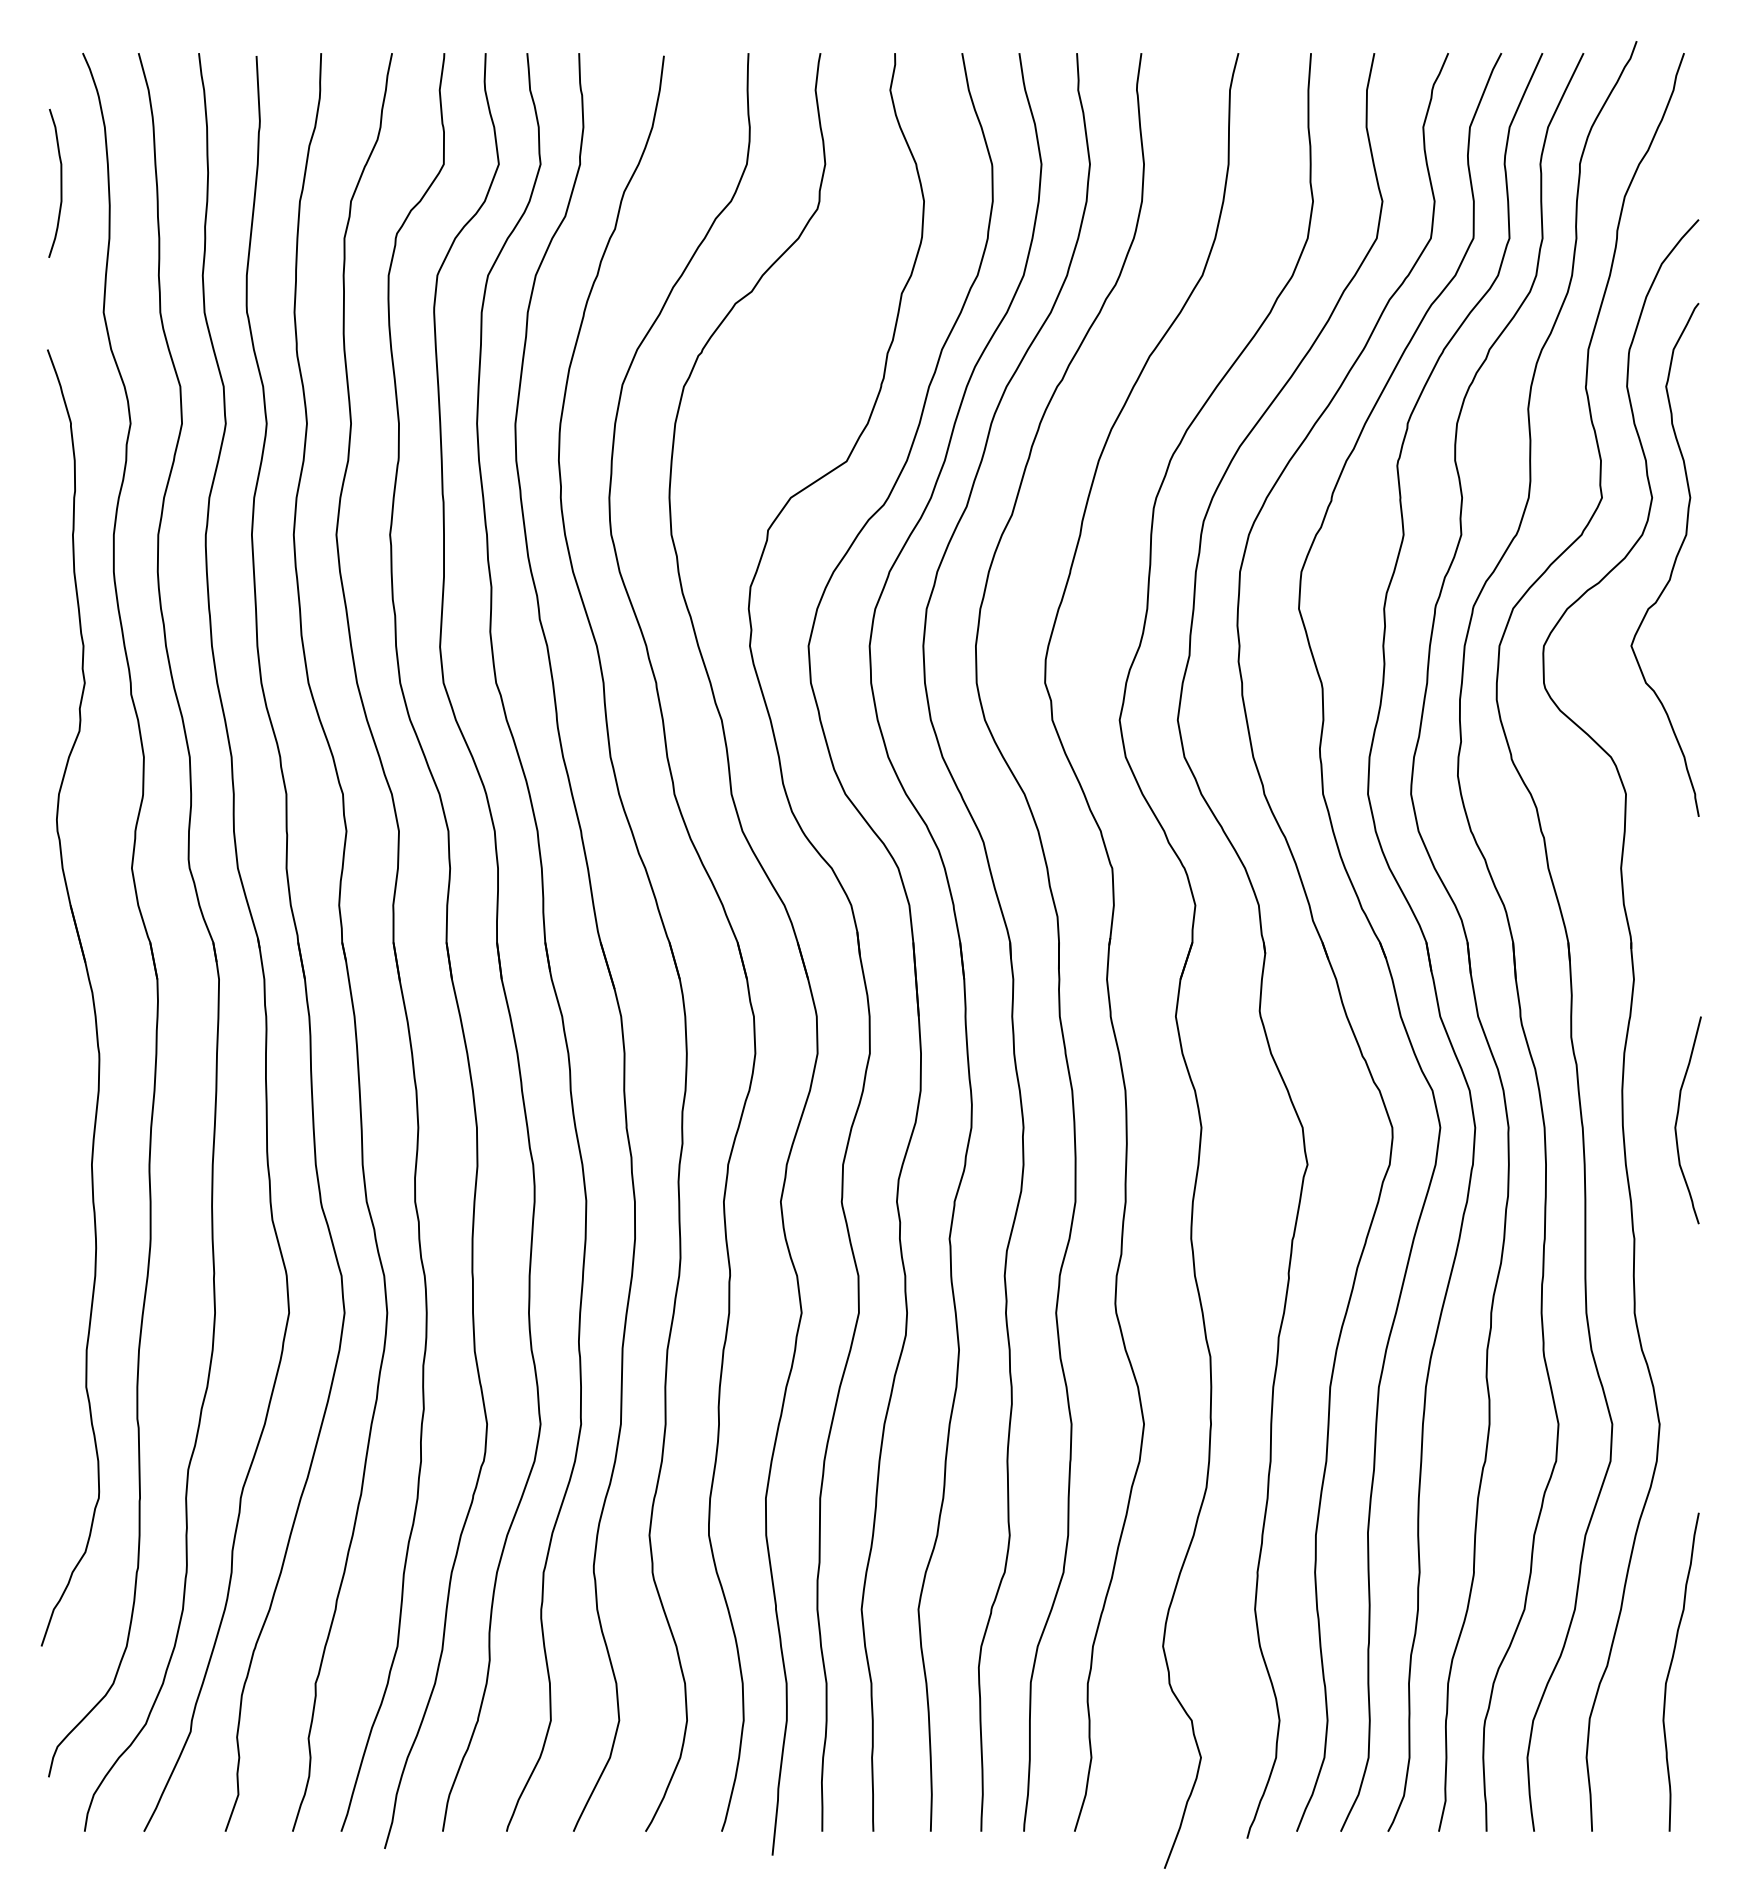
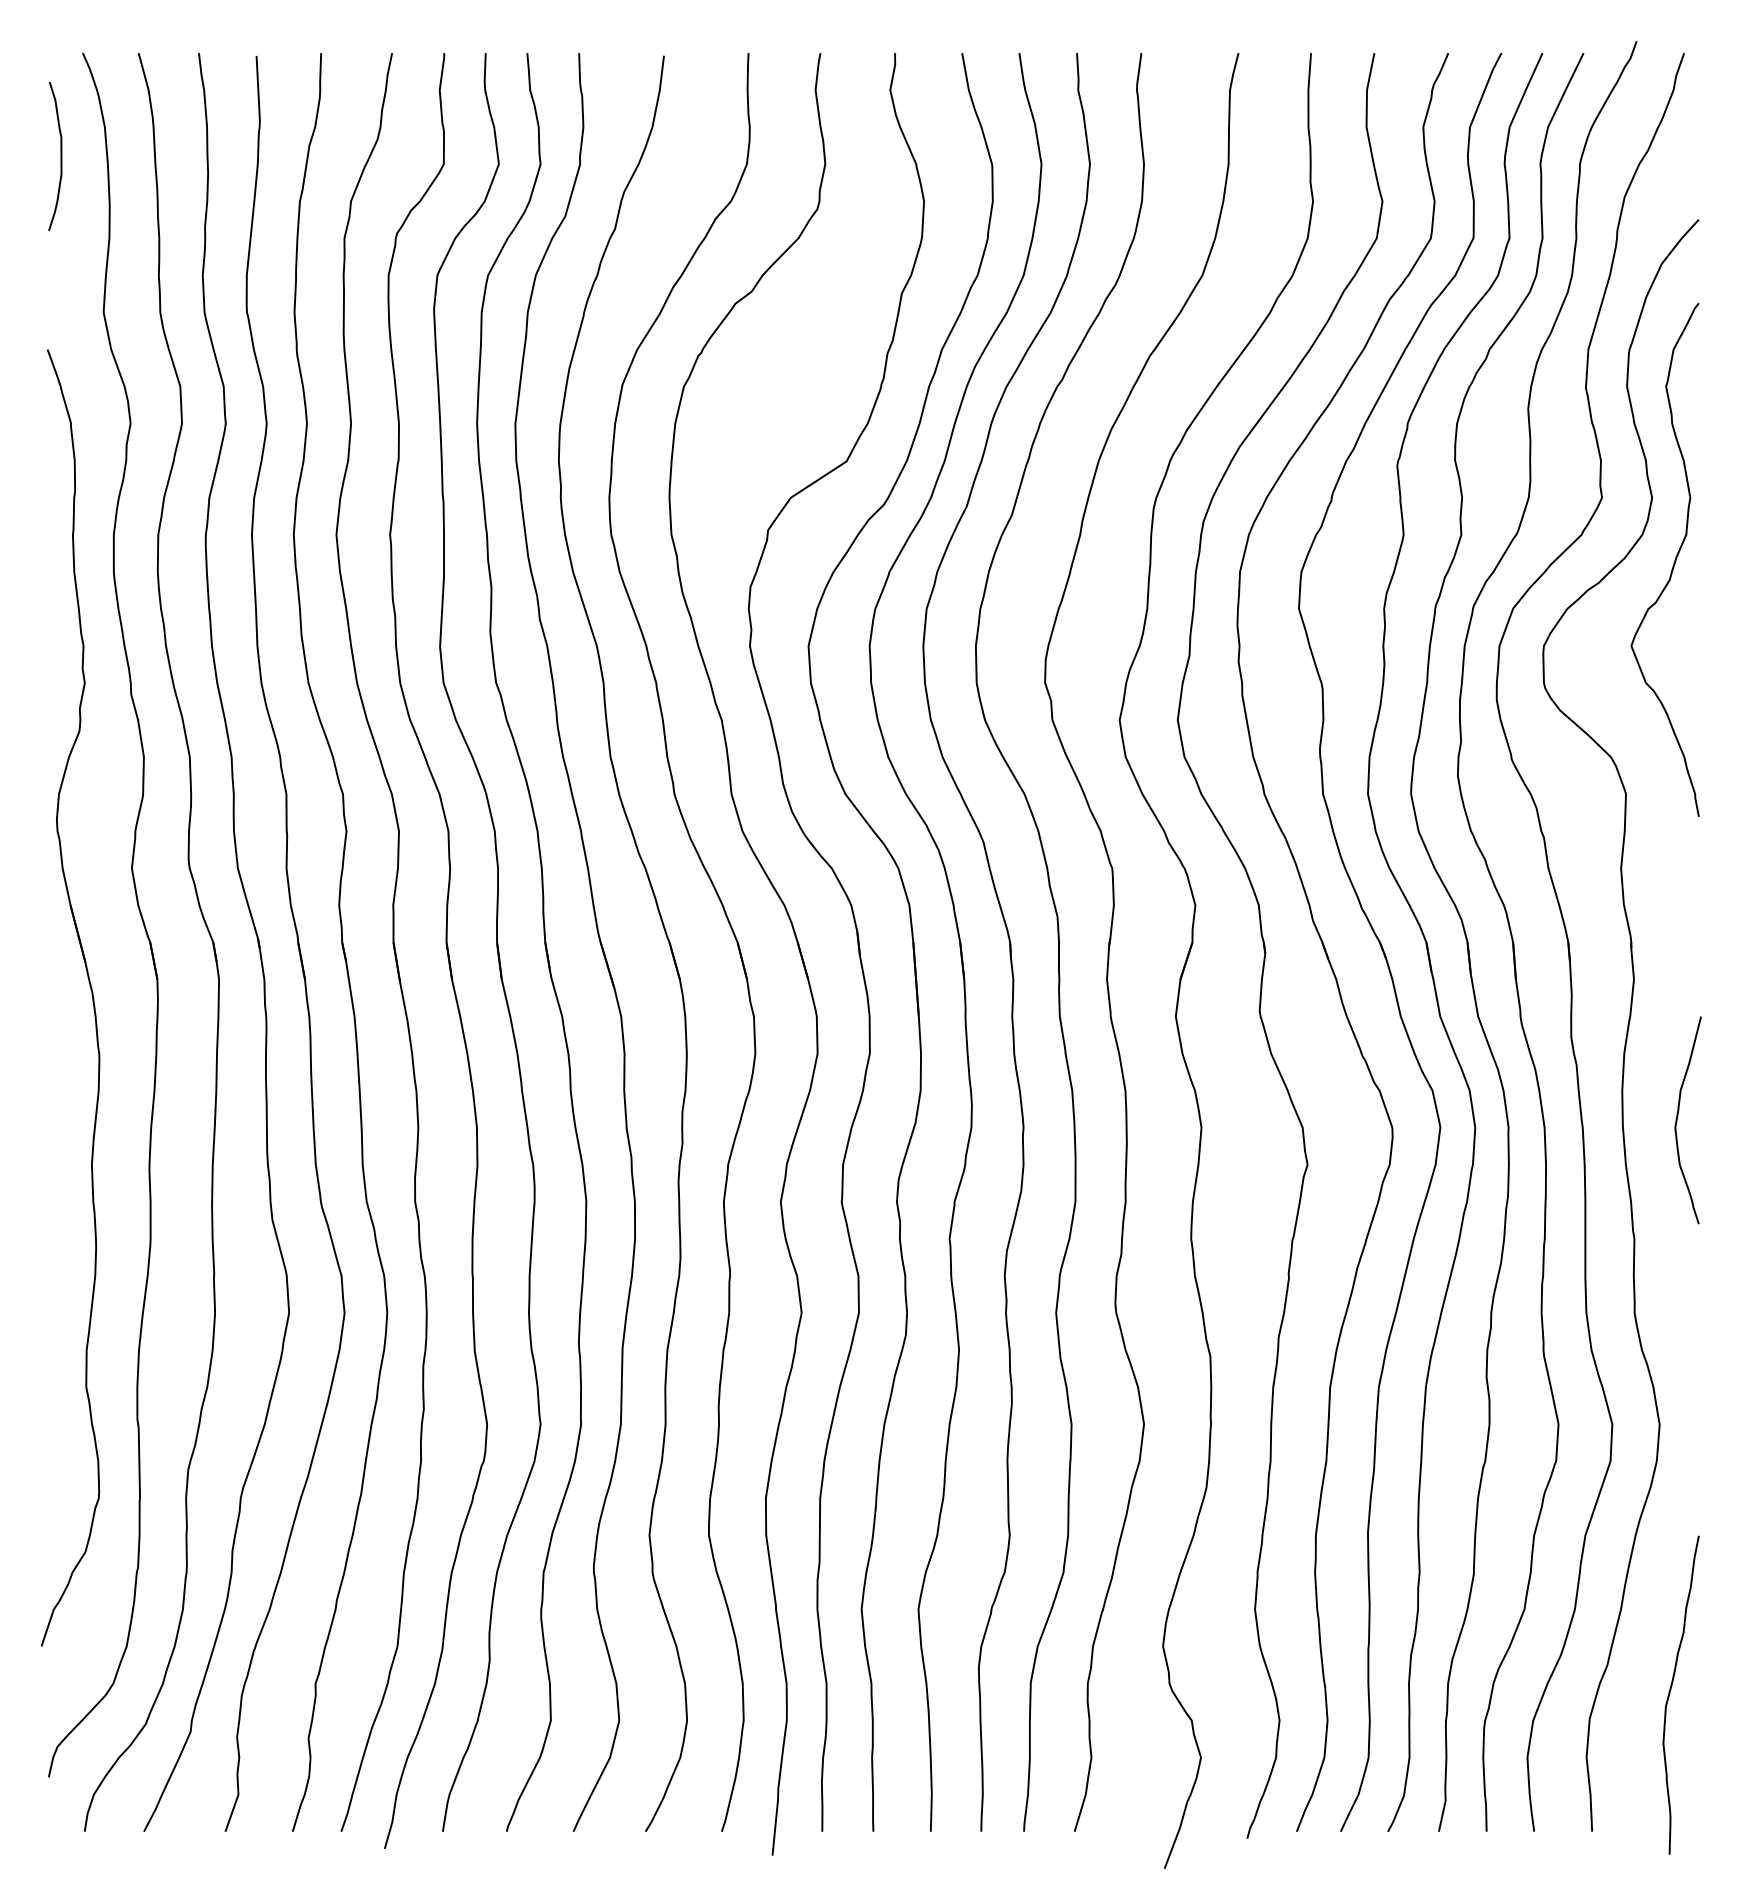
curve at (60, 182) position: (60, 182) -> (60, 155)
curve at (1671, 1667) position: (1671, 1667) -> (1671, 1690)
